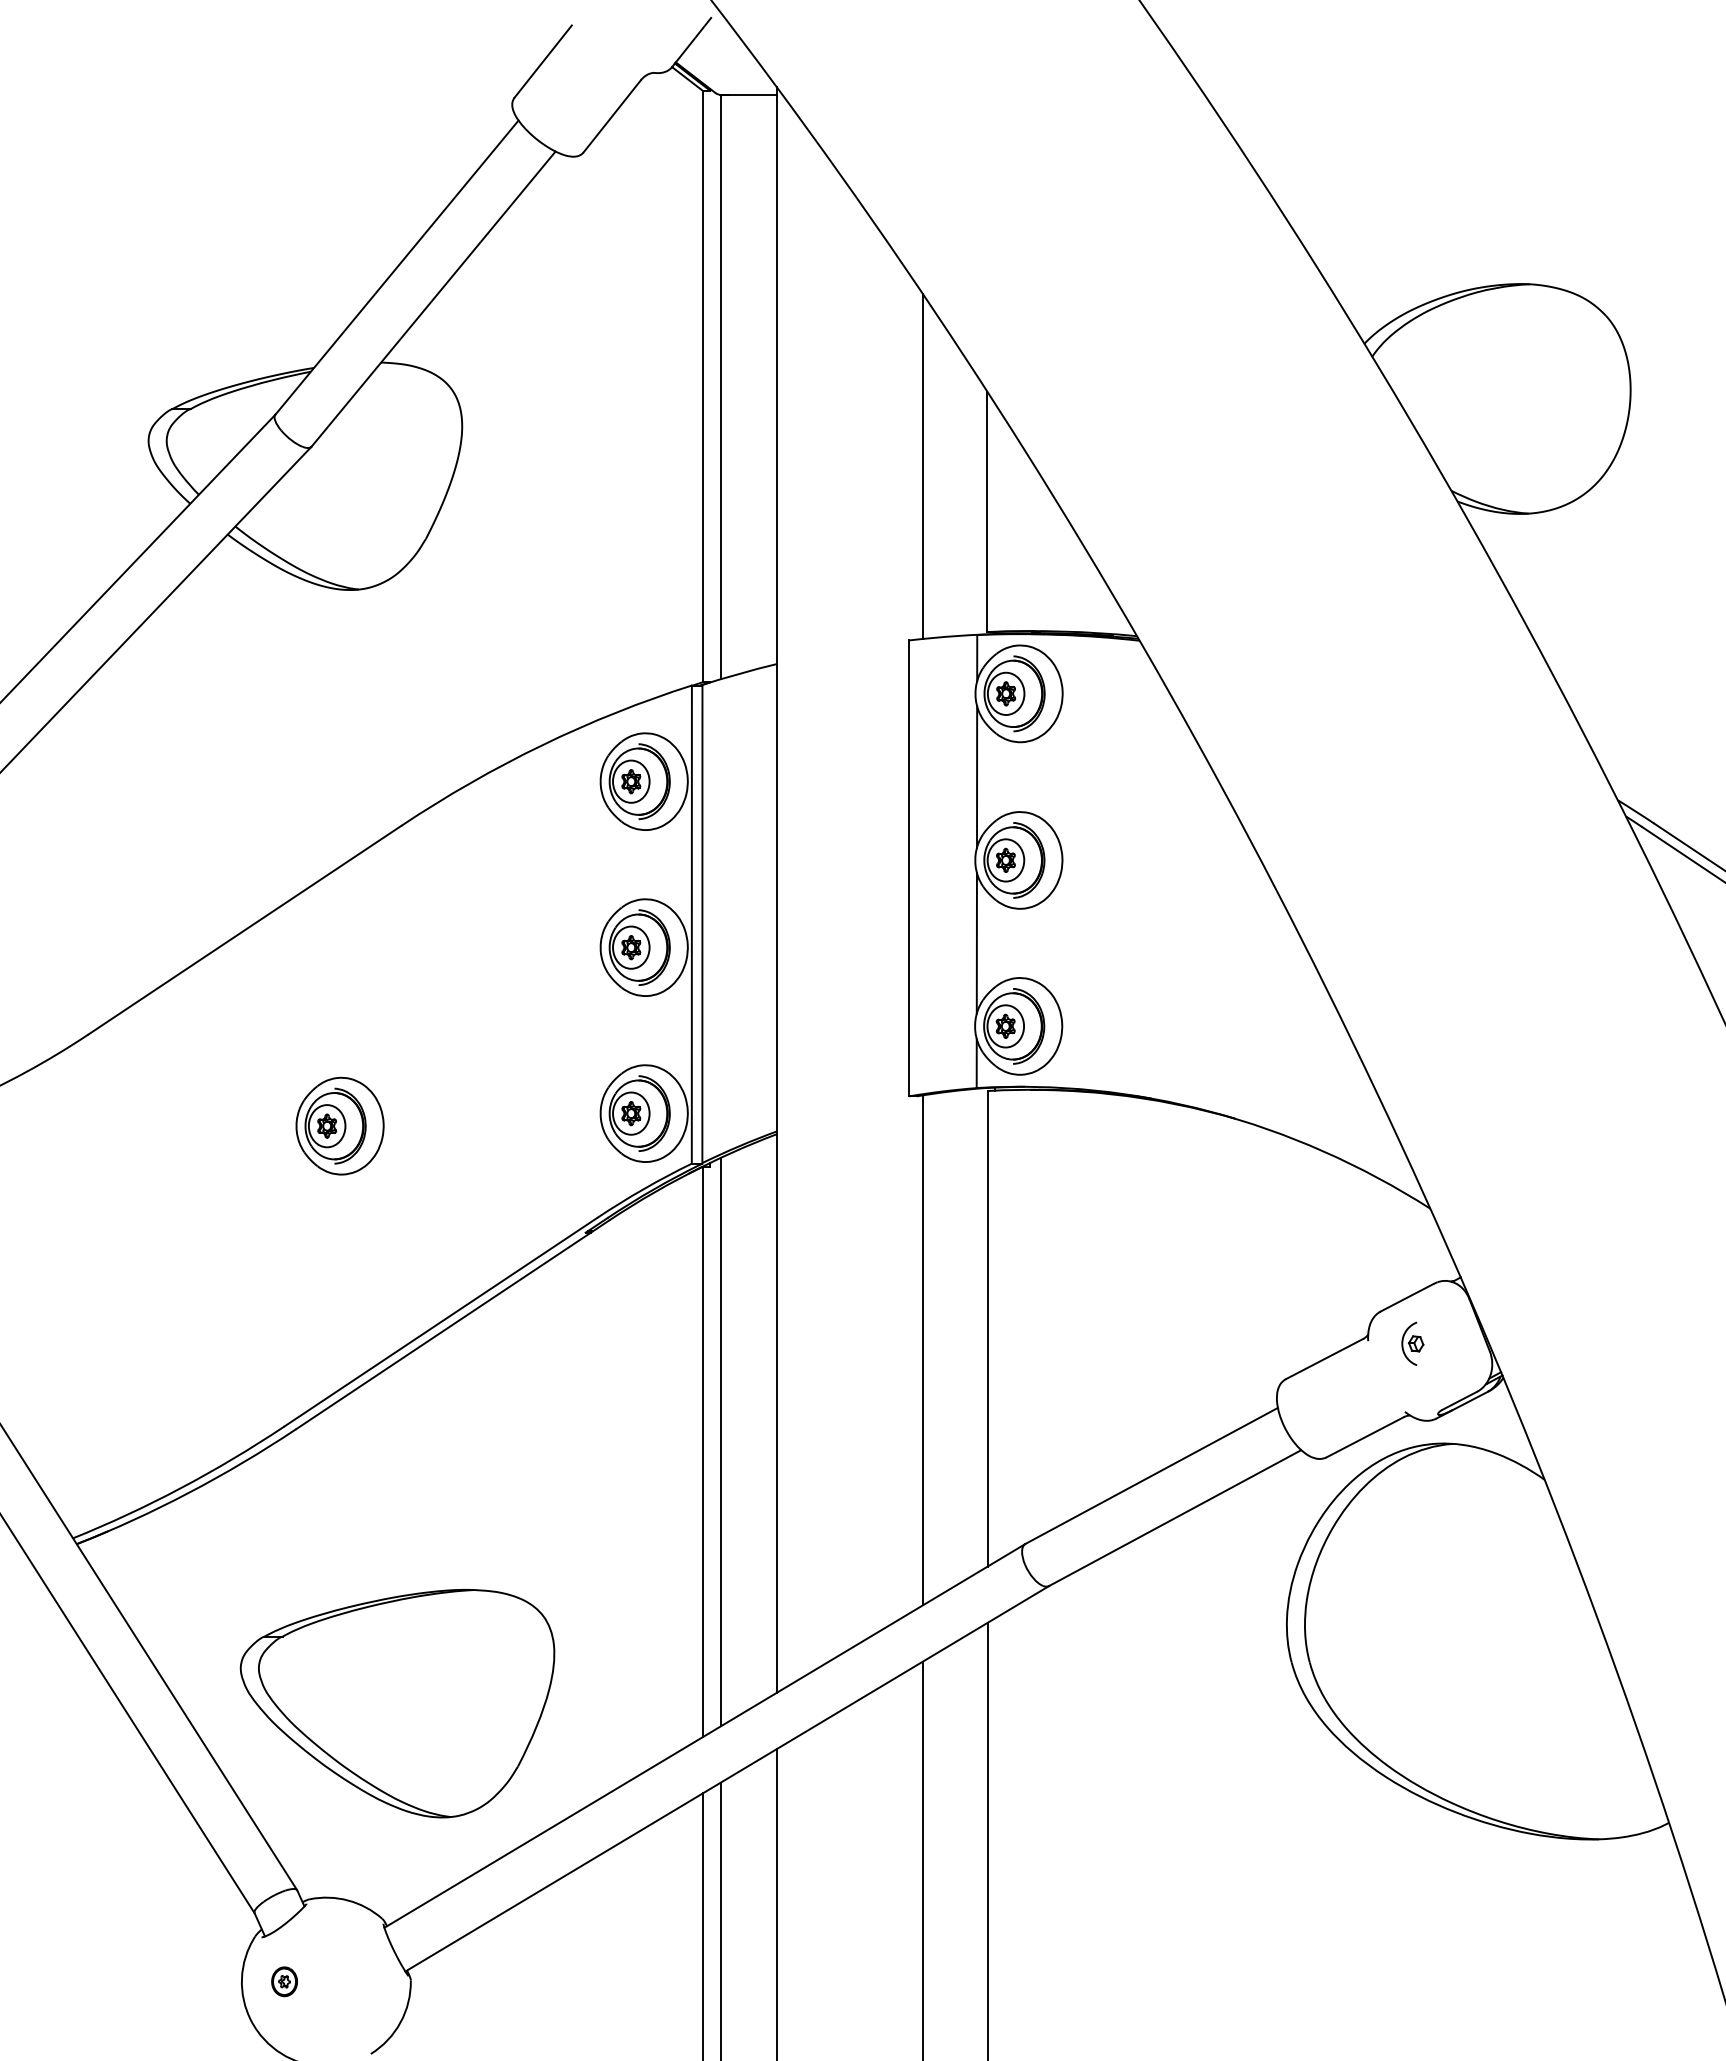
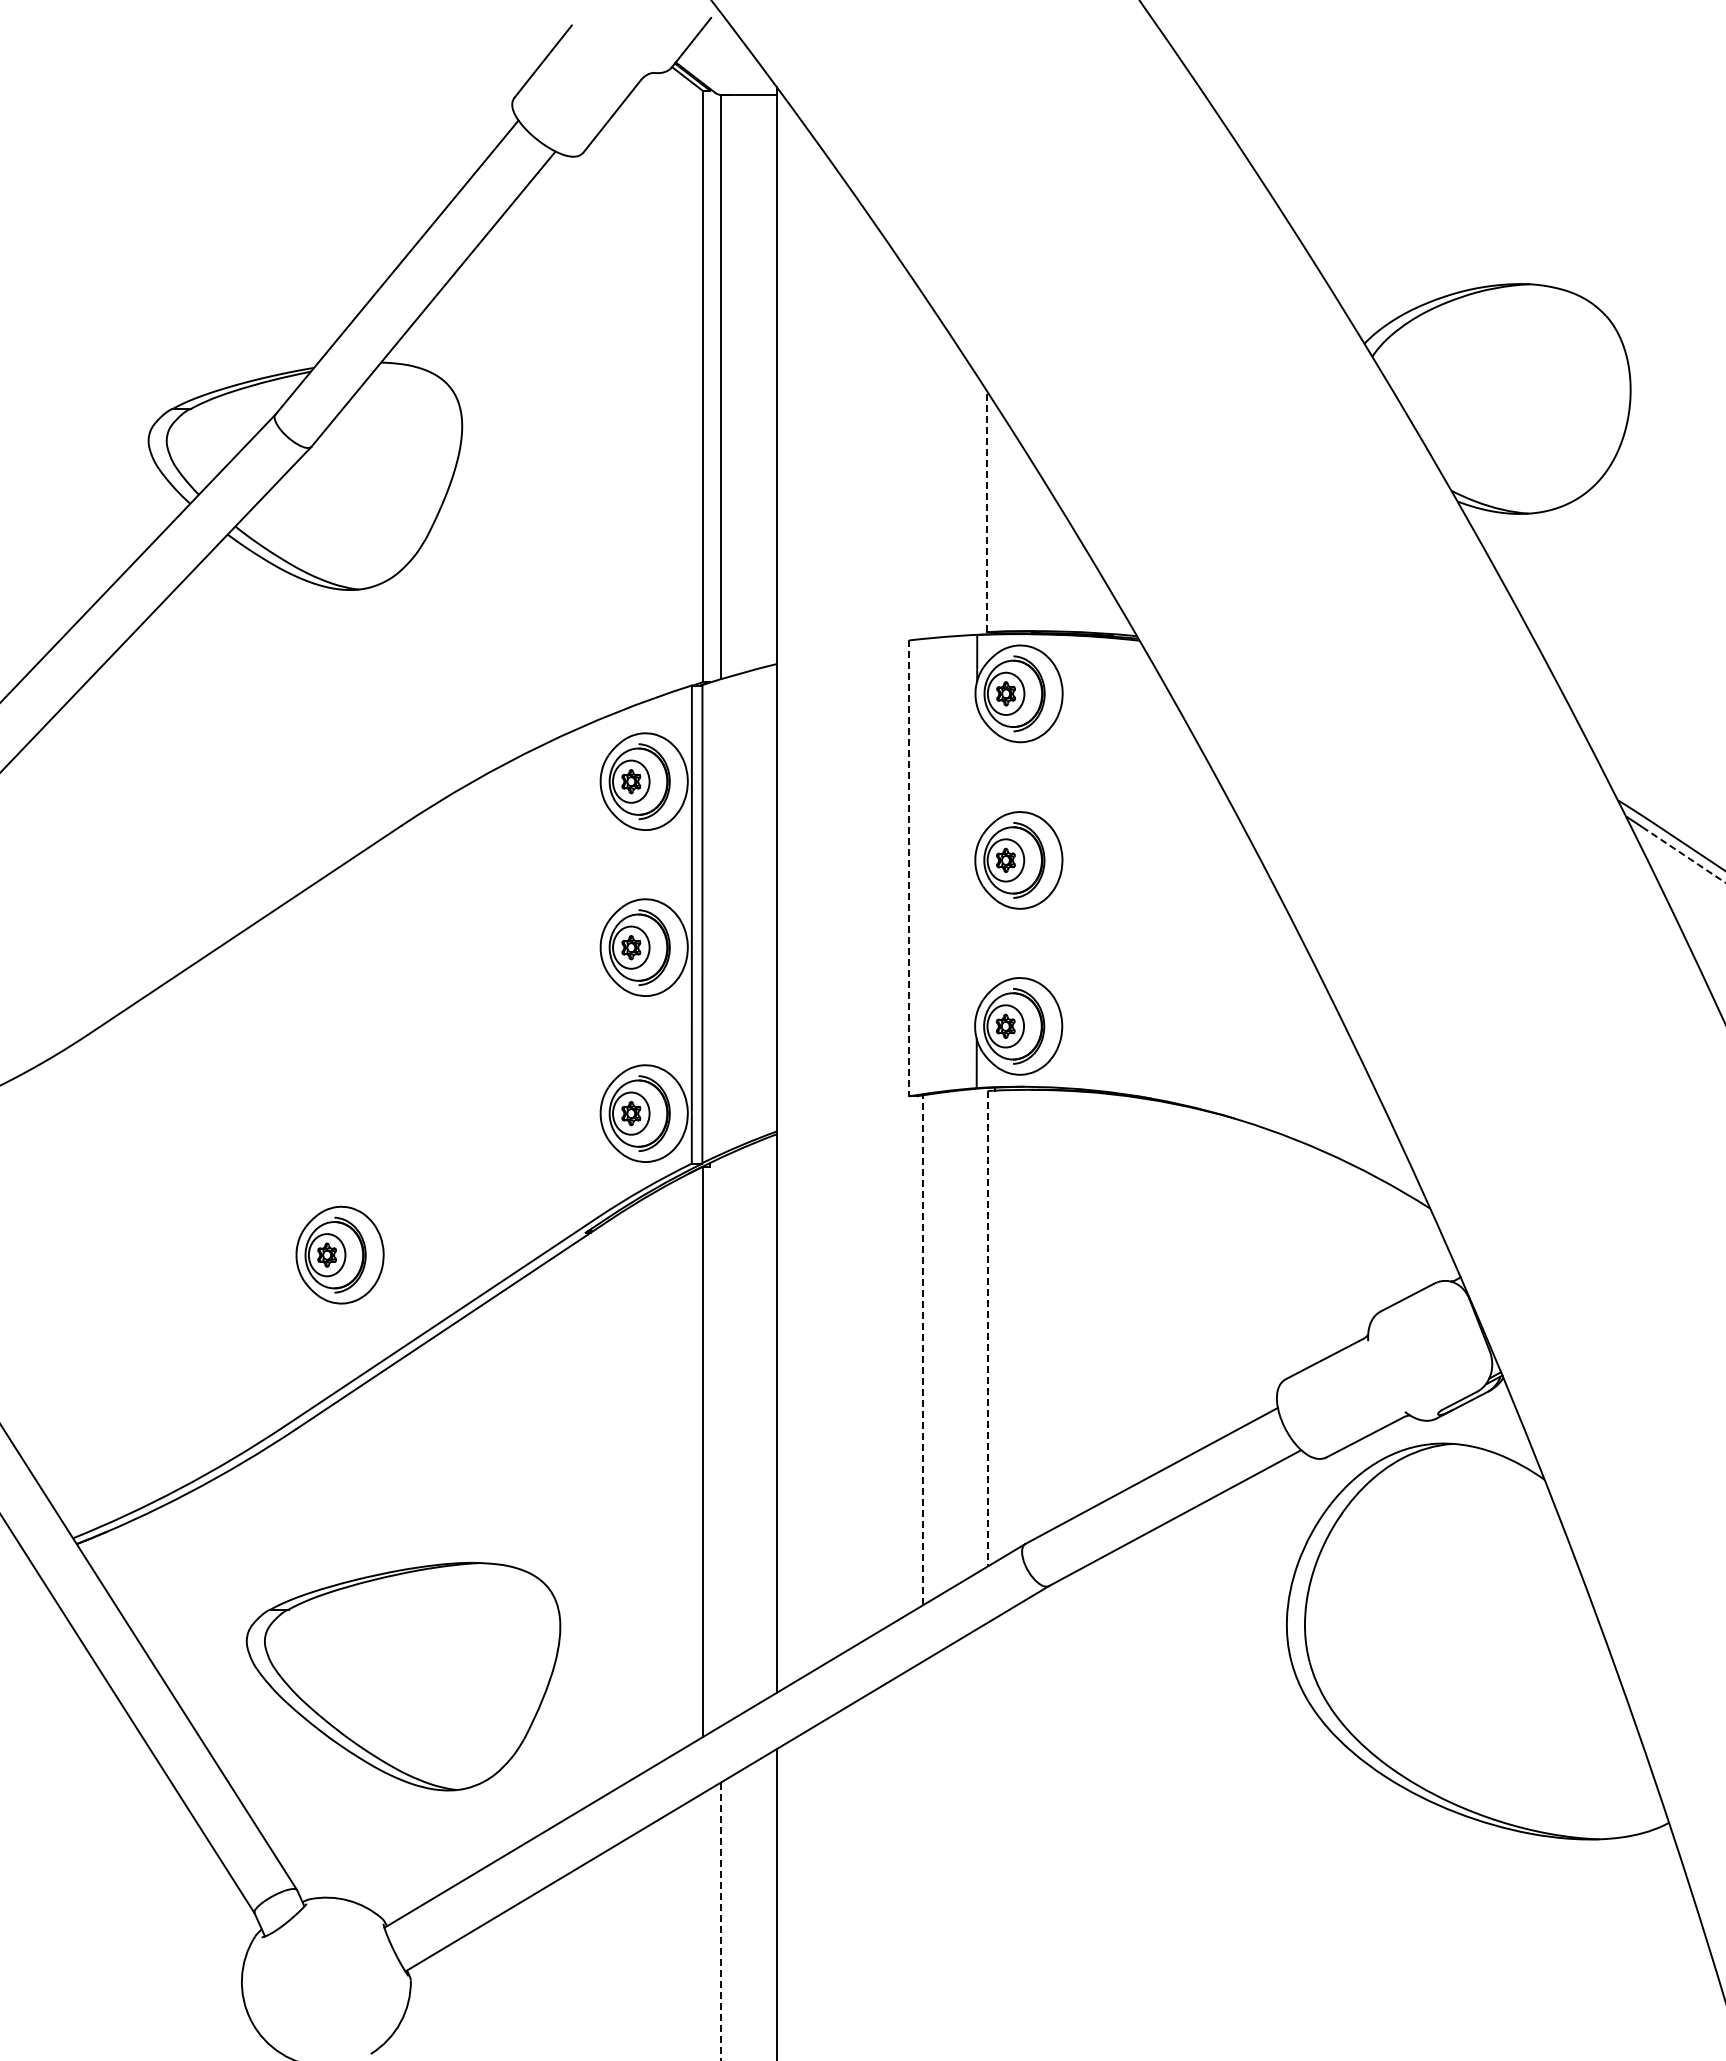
line at (922, 465): present -> none
line at (987, 511): solid -> dashed
line at (977, 776): present -> none
line at (1683, 854): solid -> dashed
line at (909, 868): solid -> dashed
line at (976, 943): present -> none
part at (339, 1125) position: (339, 1125) -> (339, 1254)
line at (987, 1328): solid -> dashed
part at (1412, 1343): present -> none
line at (922, 1349): solid -> dashed
line at (720, 1441): present -> none
part at (397, 1703) position: (397, 1703) -> (403, 1676)
line at (987, 1839): present -> none
line at (922, 1859): present -> none
line at (720, 1921): solid -> dashed
line at (702, 1925): present -> none
part at (284, 1981): present -> none
